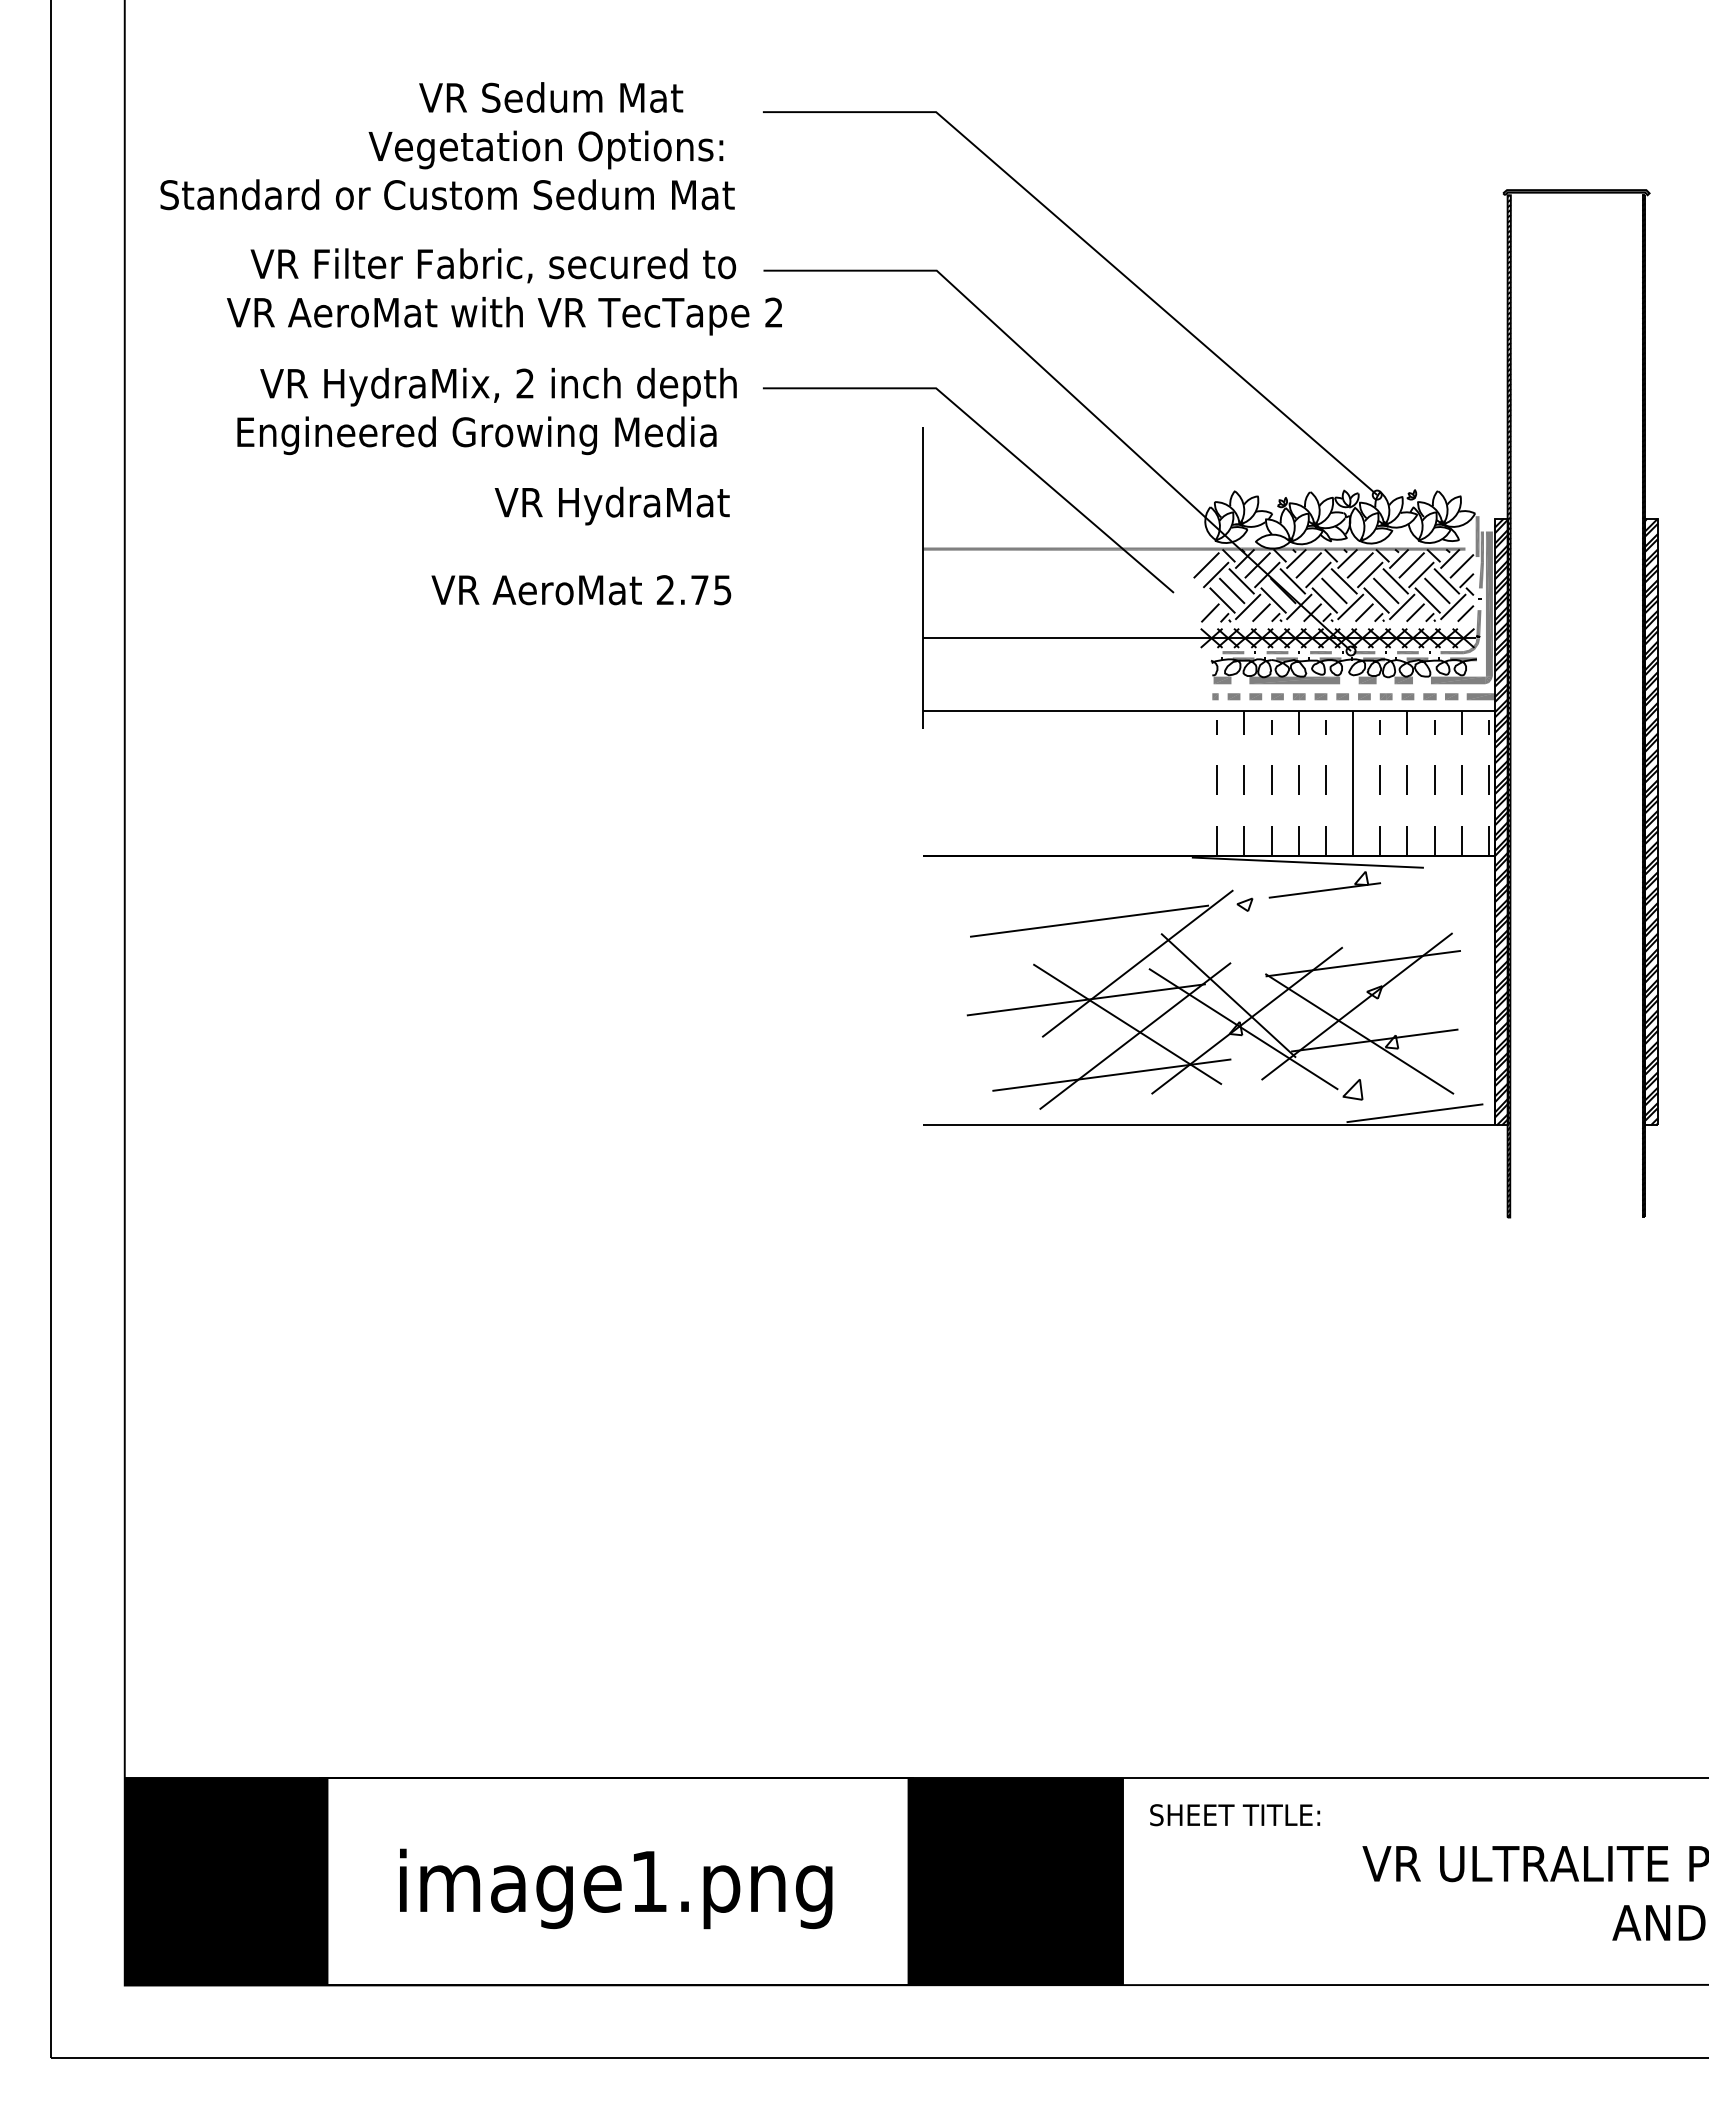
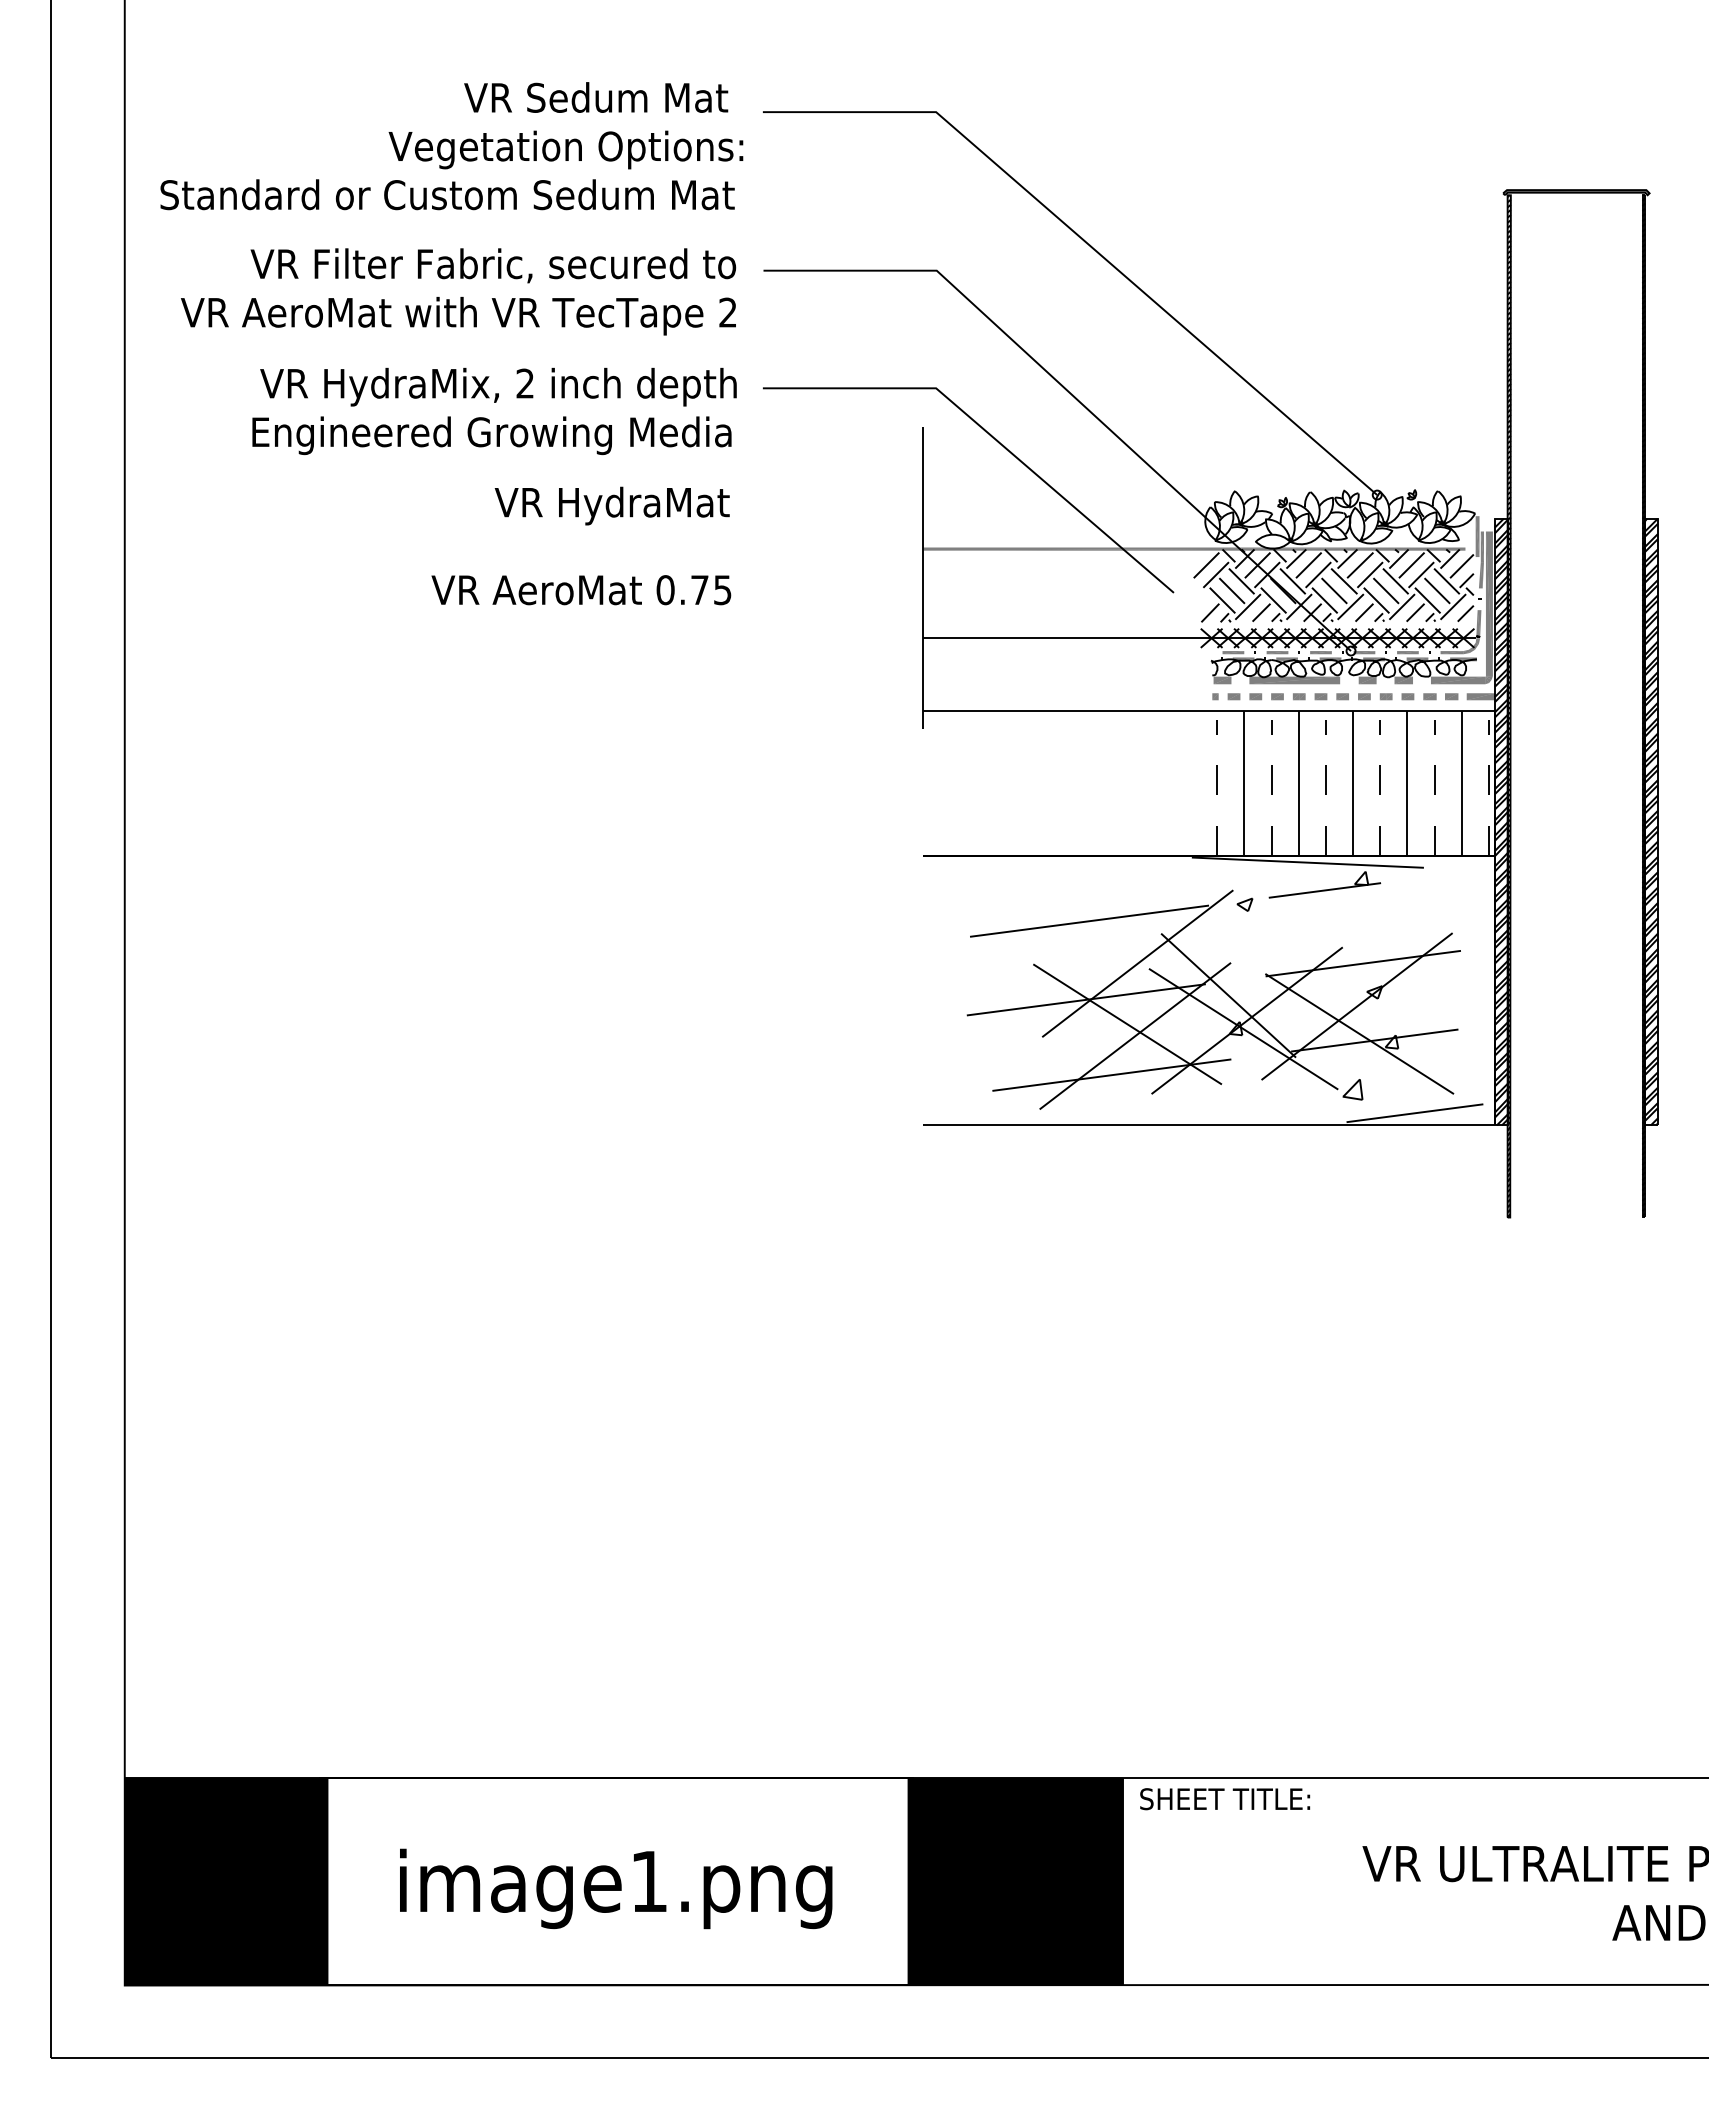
text at (551, 97) position: (551, 97) -> (596, 97)
text at (545, 149) position: (545, 149) -> (565, 149)
text at (504, 316) position: (504, 316) -> (458, 316)
text at (476, 435) position: (476, 435) -> (491, 435)
text at (665, 590): 2.75 -> 0.75
line at (1244, 782): dashed -> solid
line at (1298, 782): dashed -> solid
line at (1407, 782): dashed -> solid
line at (1461, 783): dashed -> solid
text at (1235, 1815) position: (1235, 1815) -> (1225, 1799)
